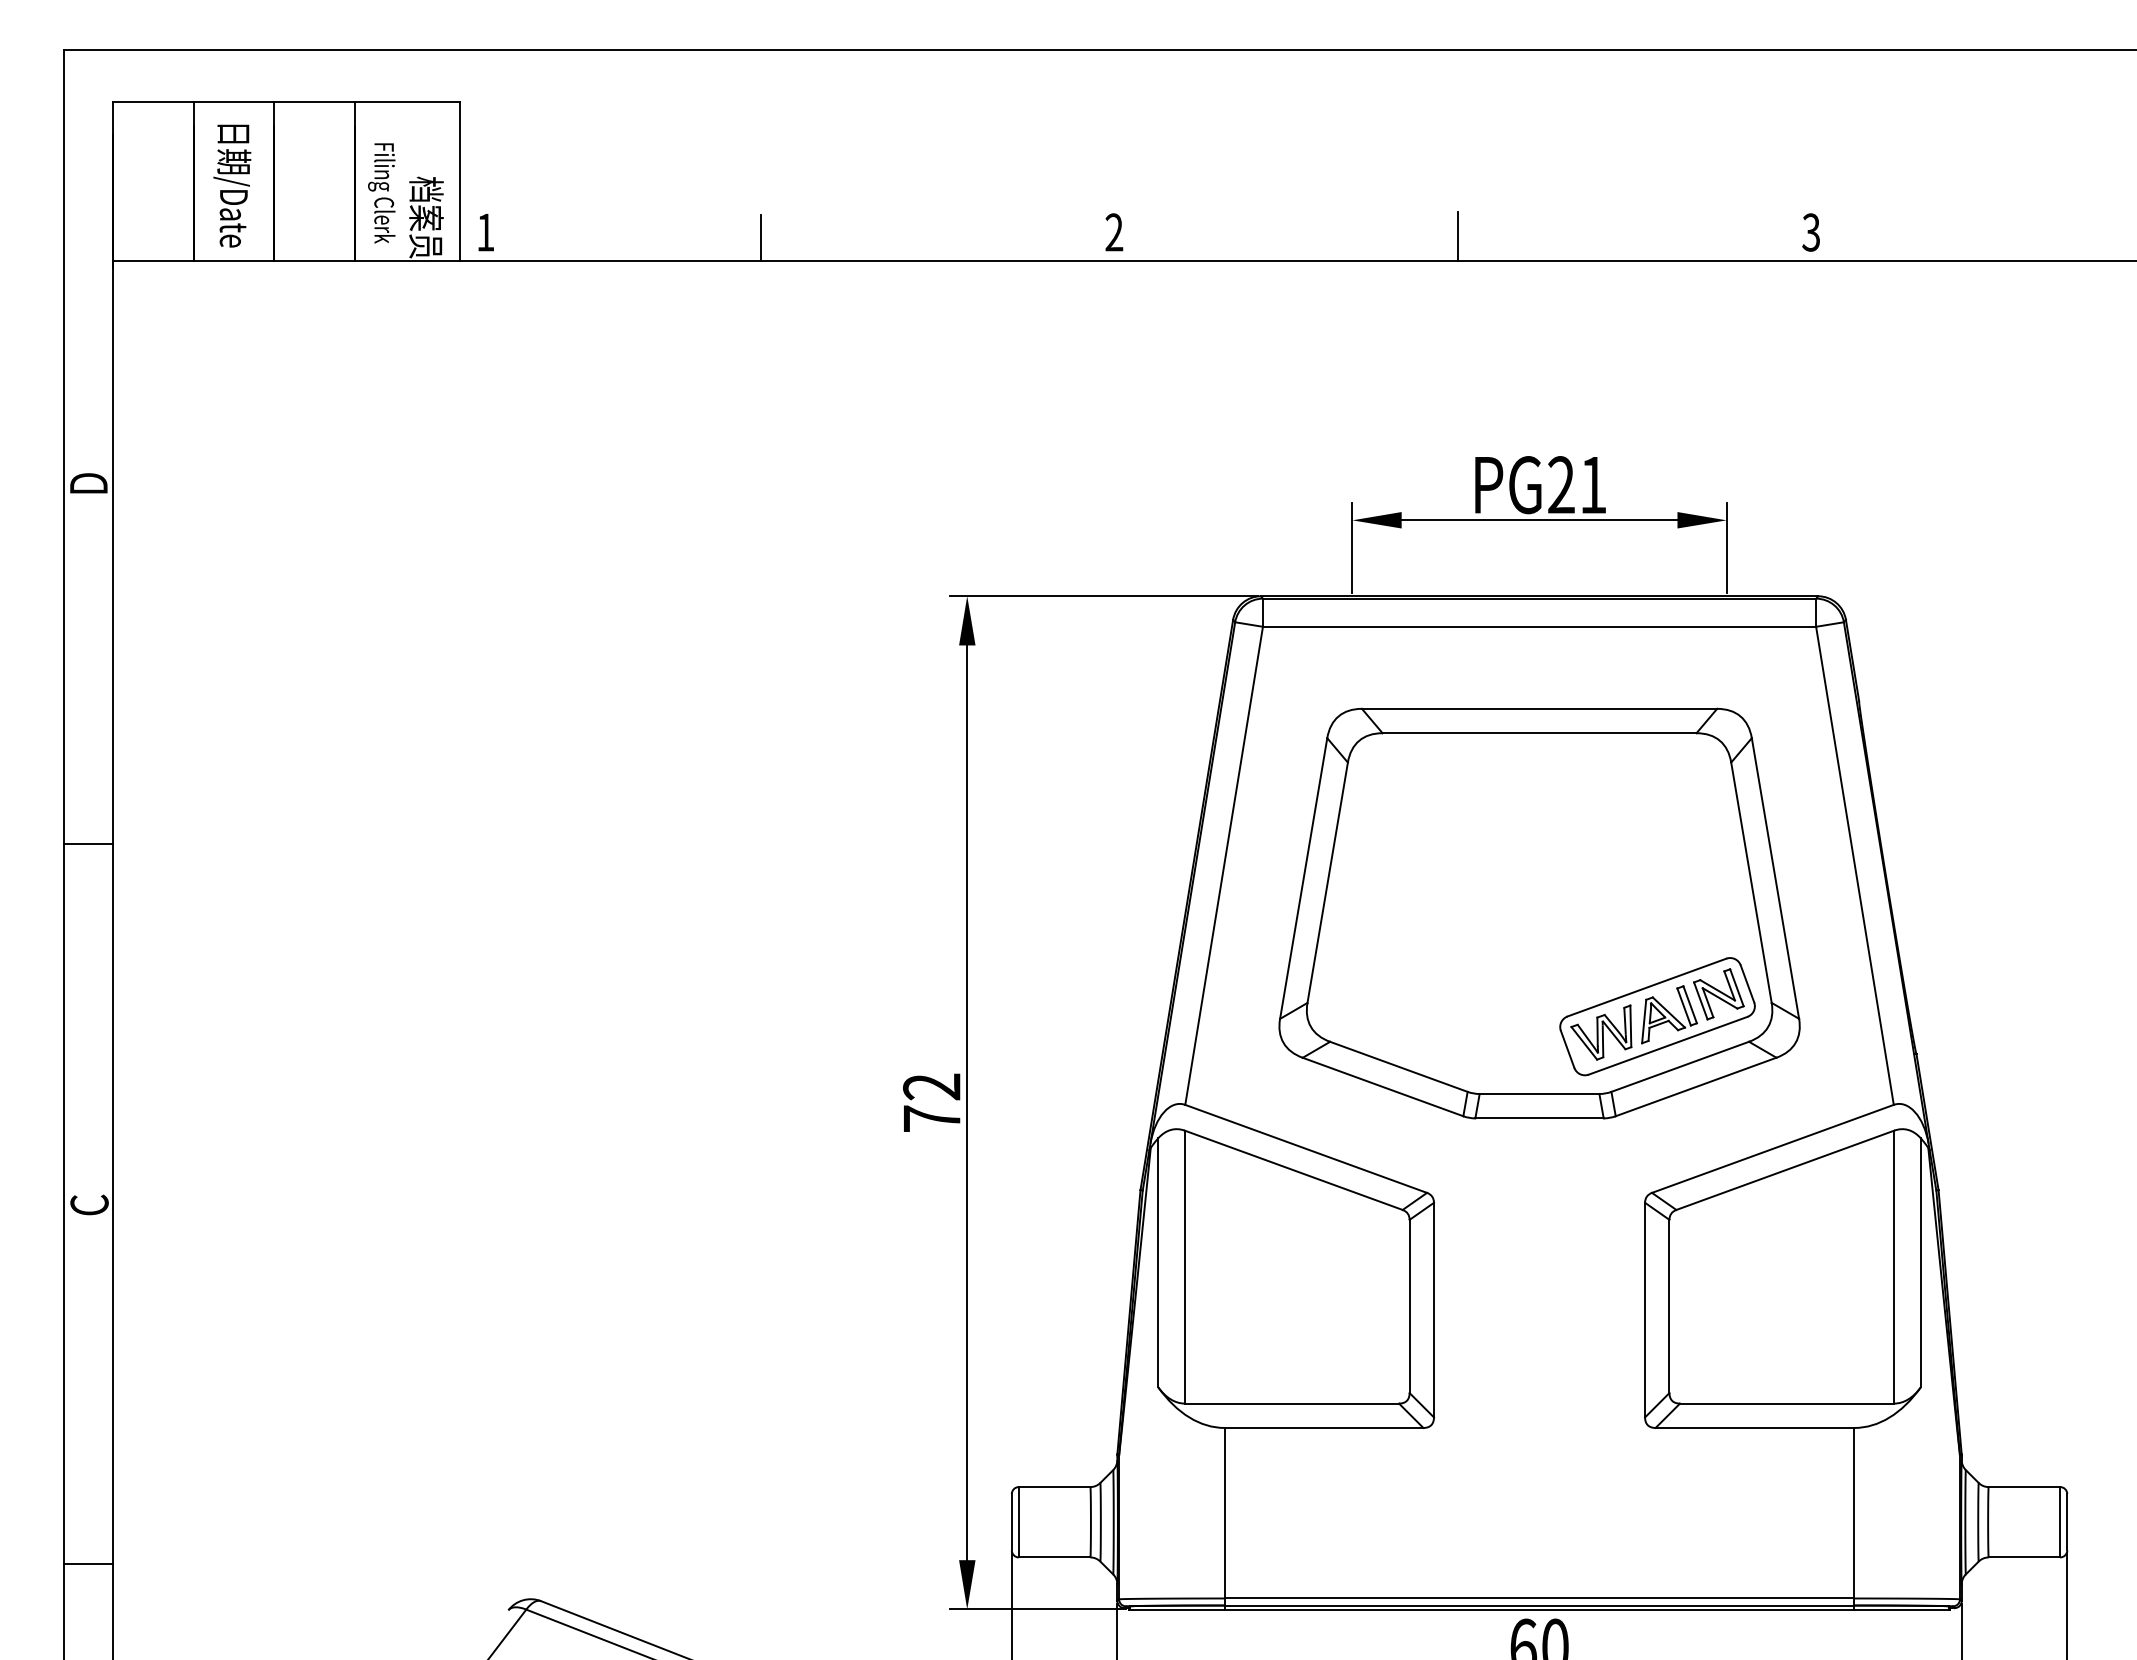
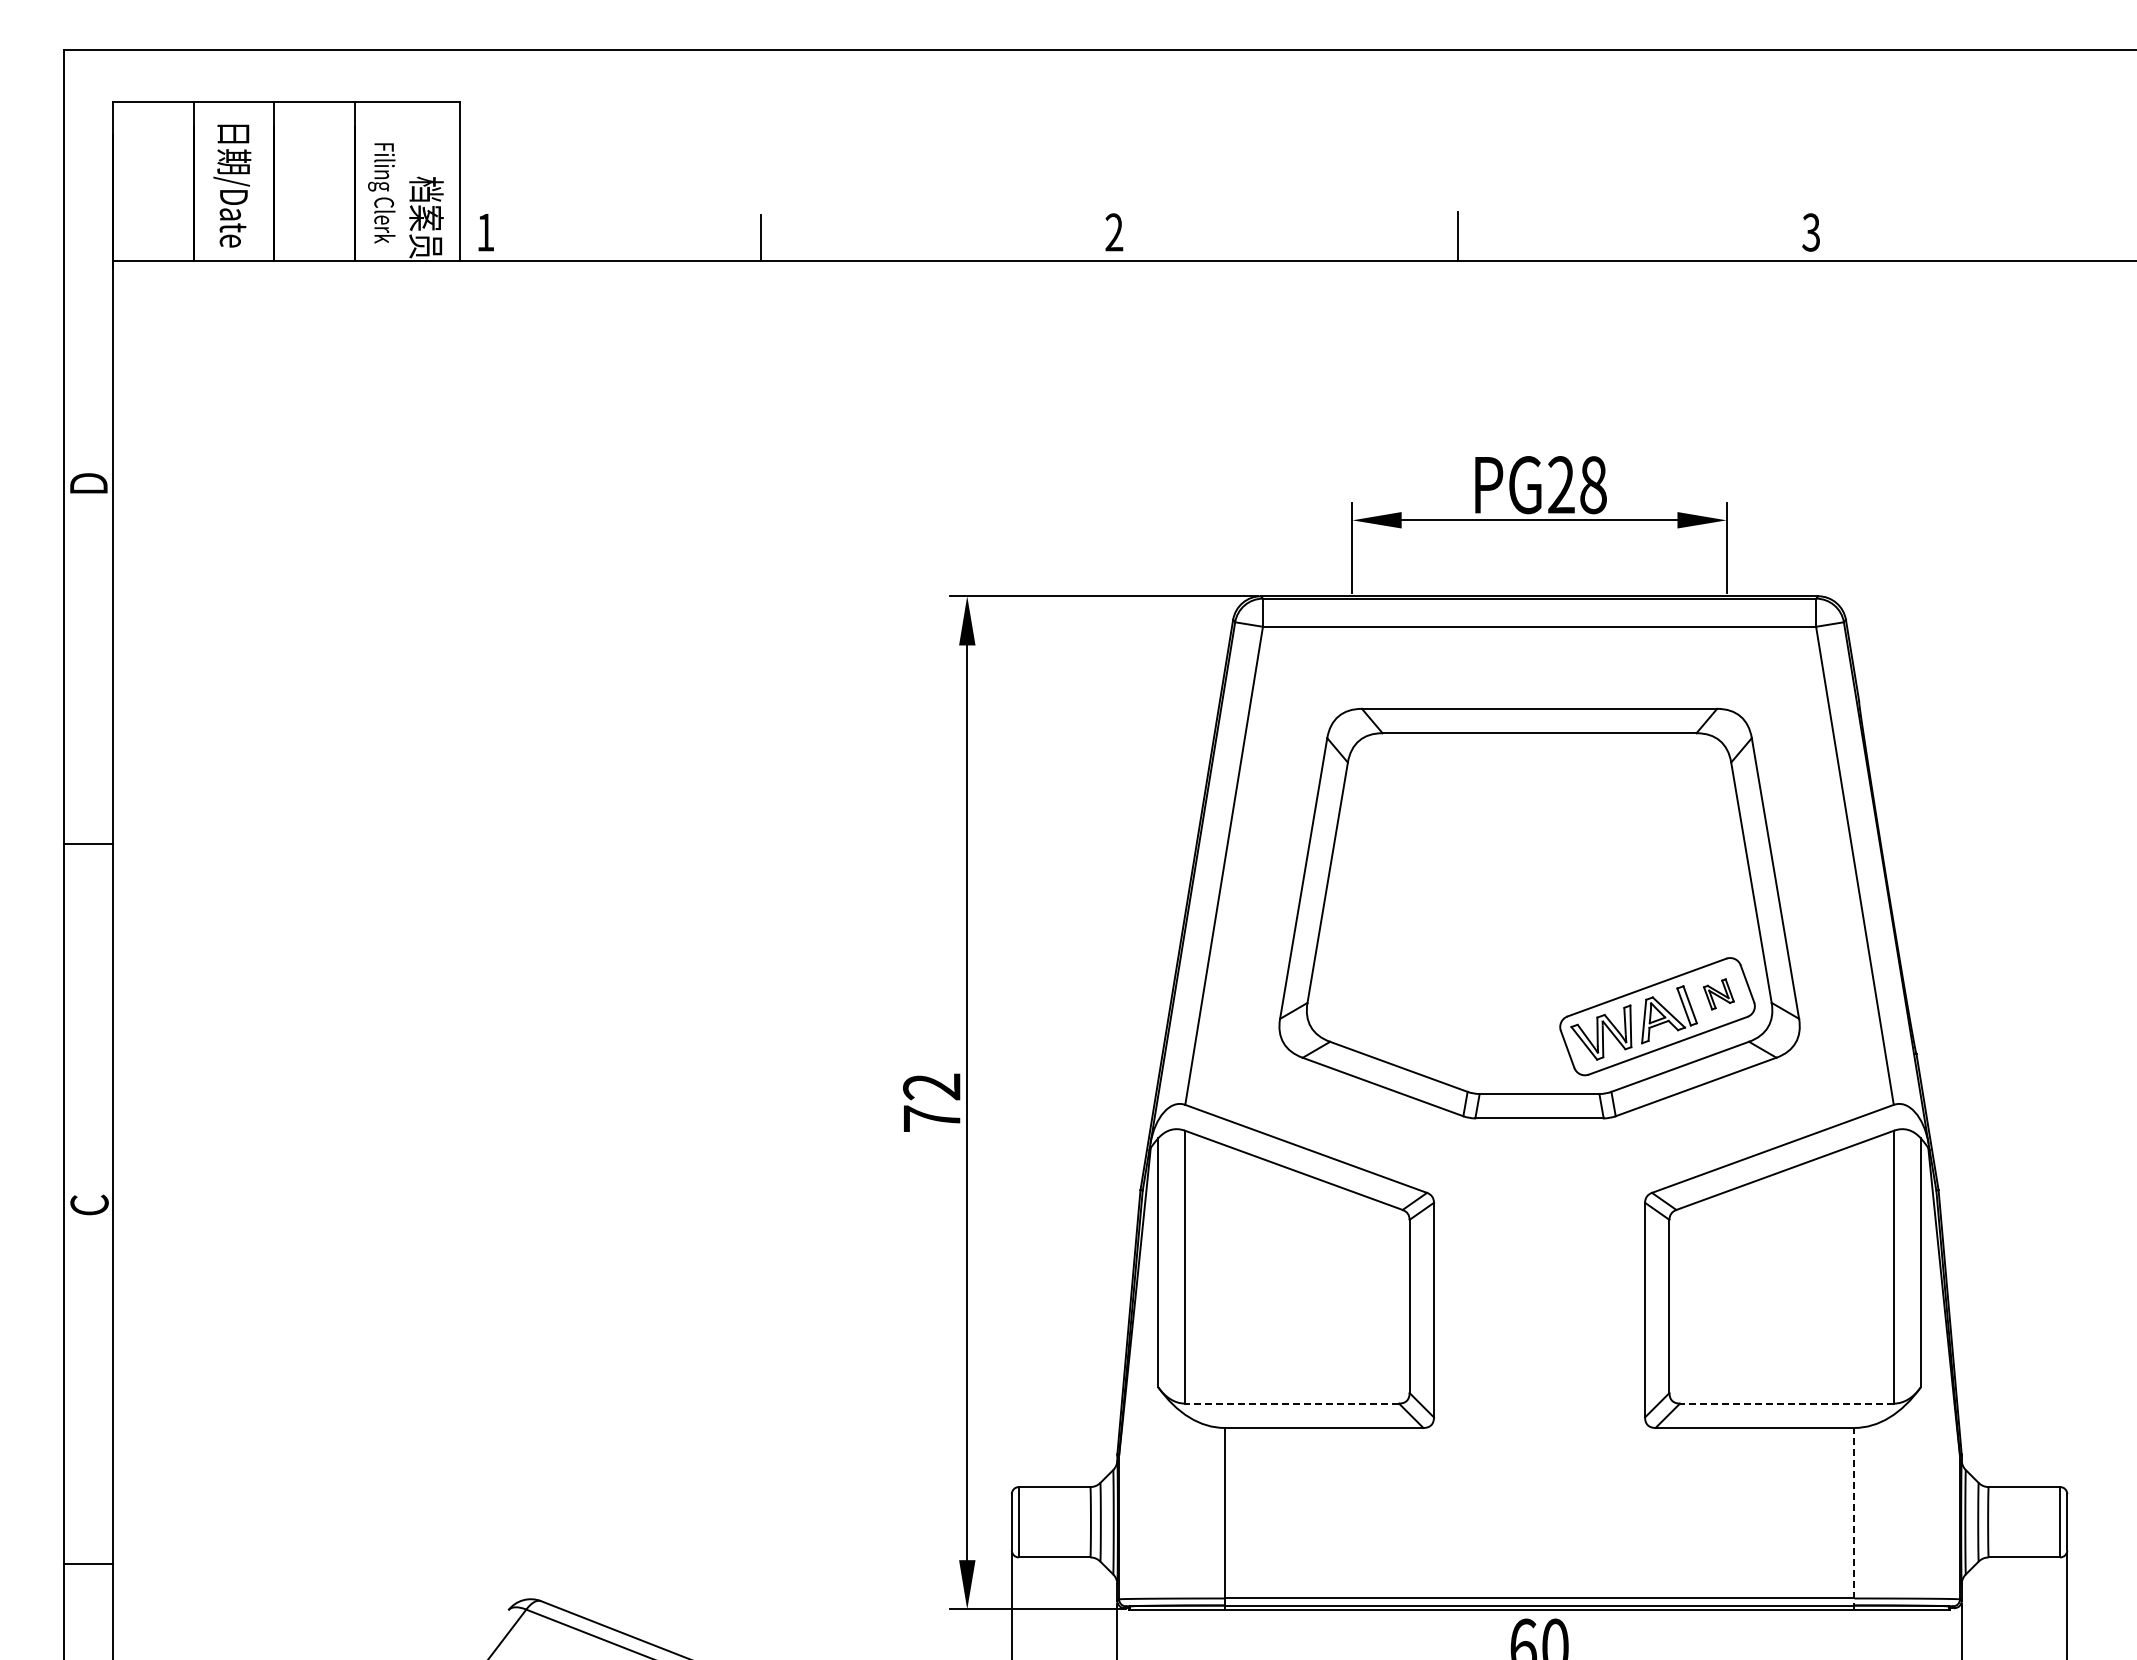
text at (1593, 485): PG21 -> PG28
part at (1718, 994) size: 52x53 px -> 32x33 px
line at (1291, 1403): solid -> dashed
line at (1786, 1403): solid -> dashed
line at (1854, 1518): solid -> dashed
